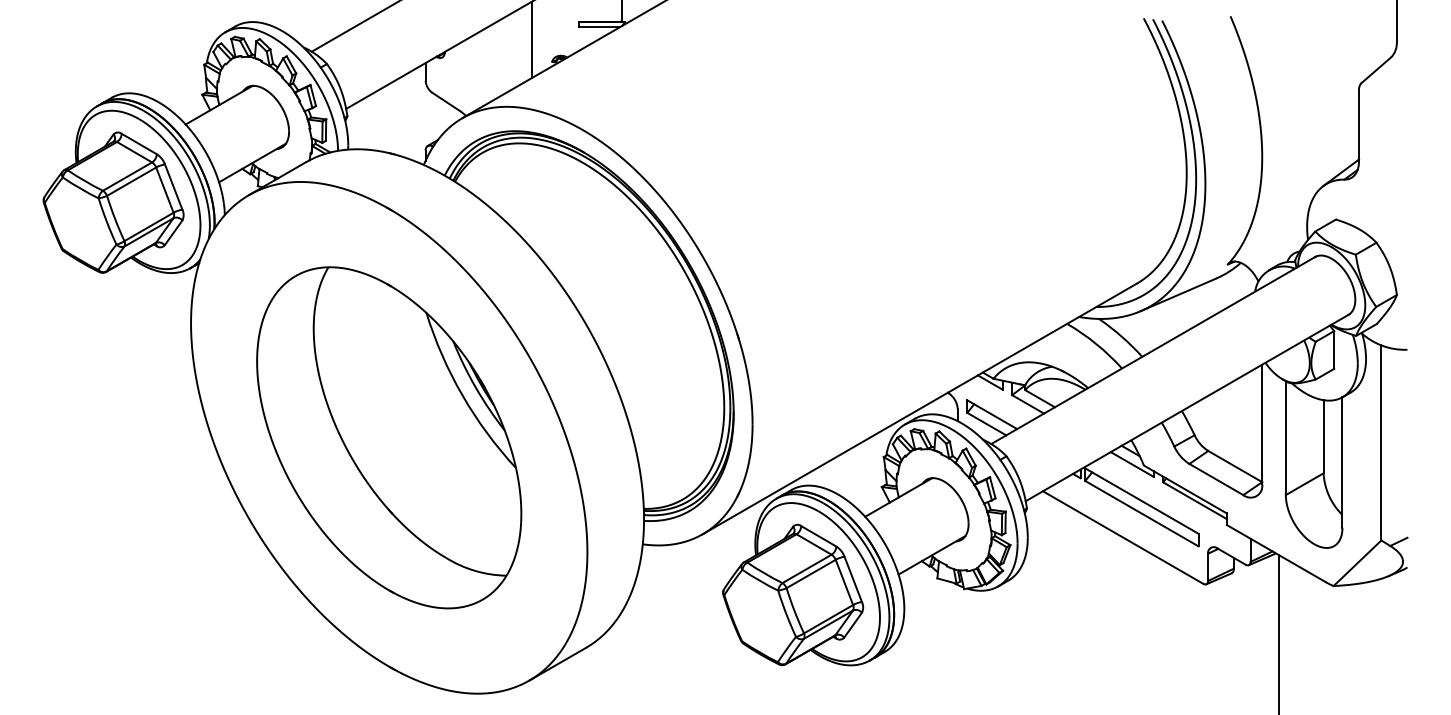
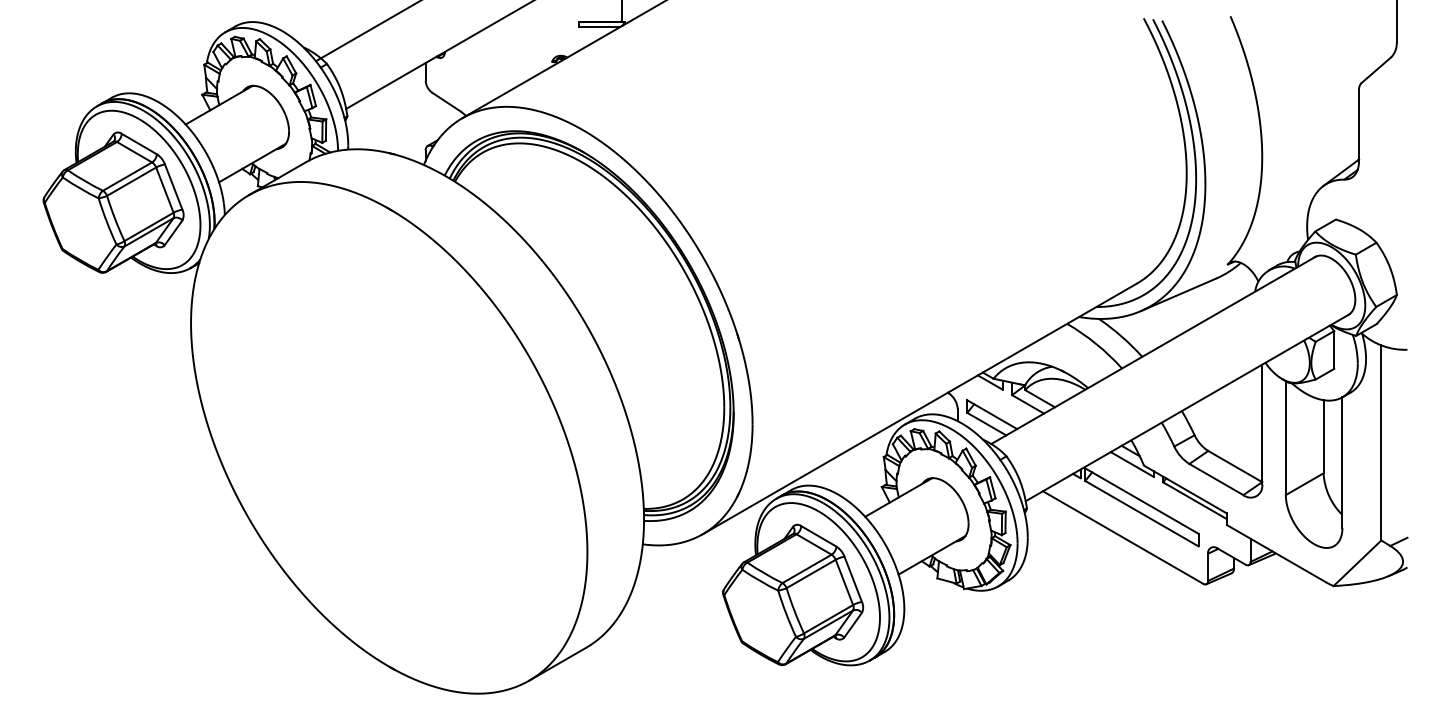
line at (354, 26) position: (354, 26) -> (367, 31)
line at (531, 40): present -> none
part at (389, 437): present -> none
line at (1278, 633): present -> none
